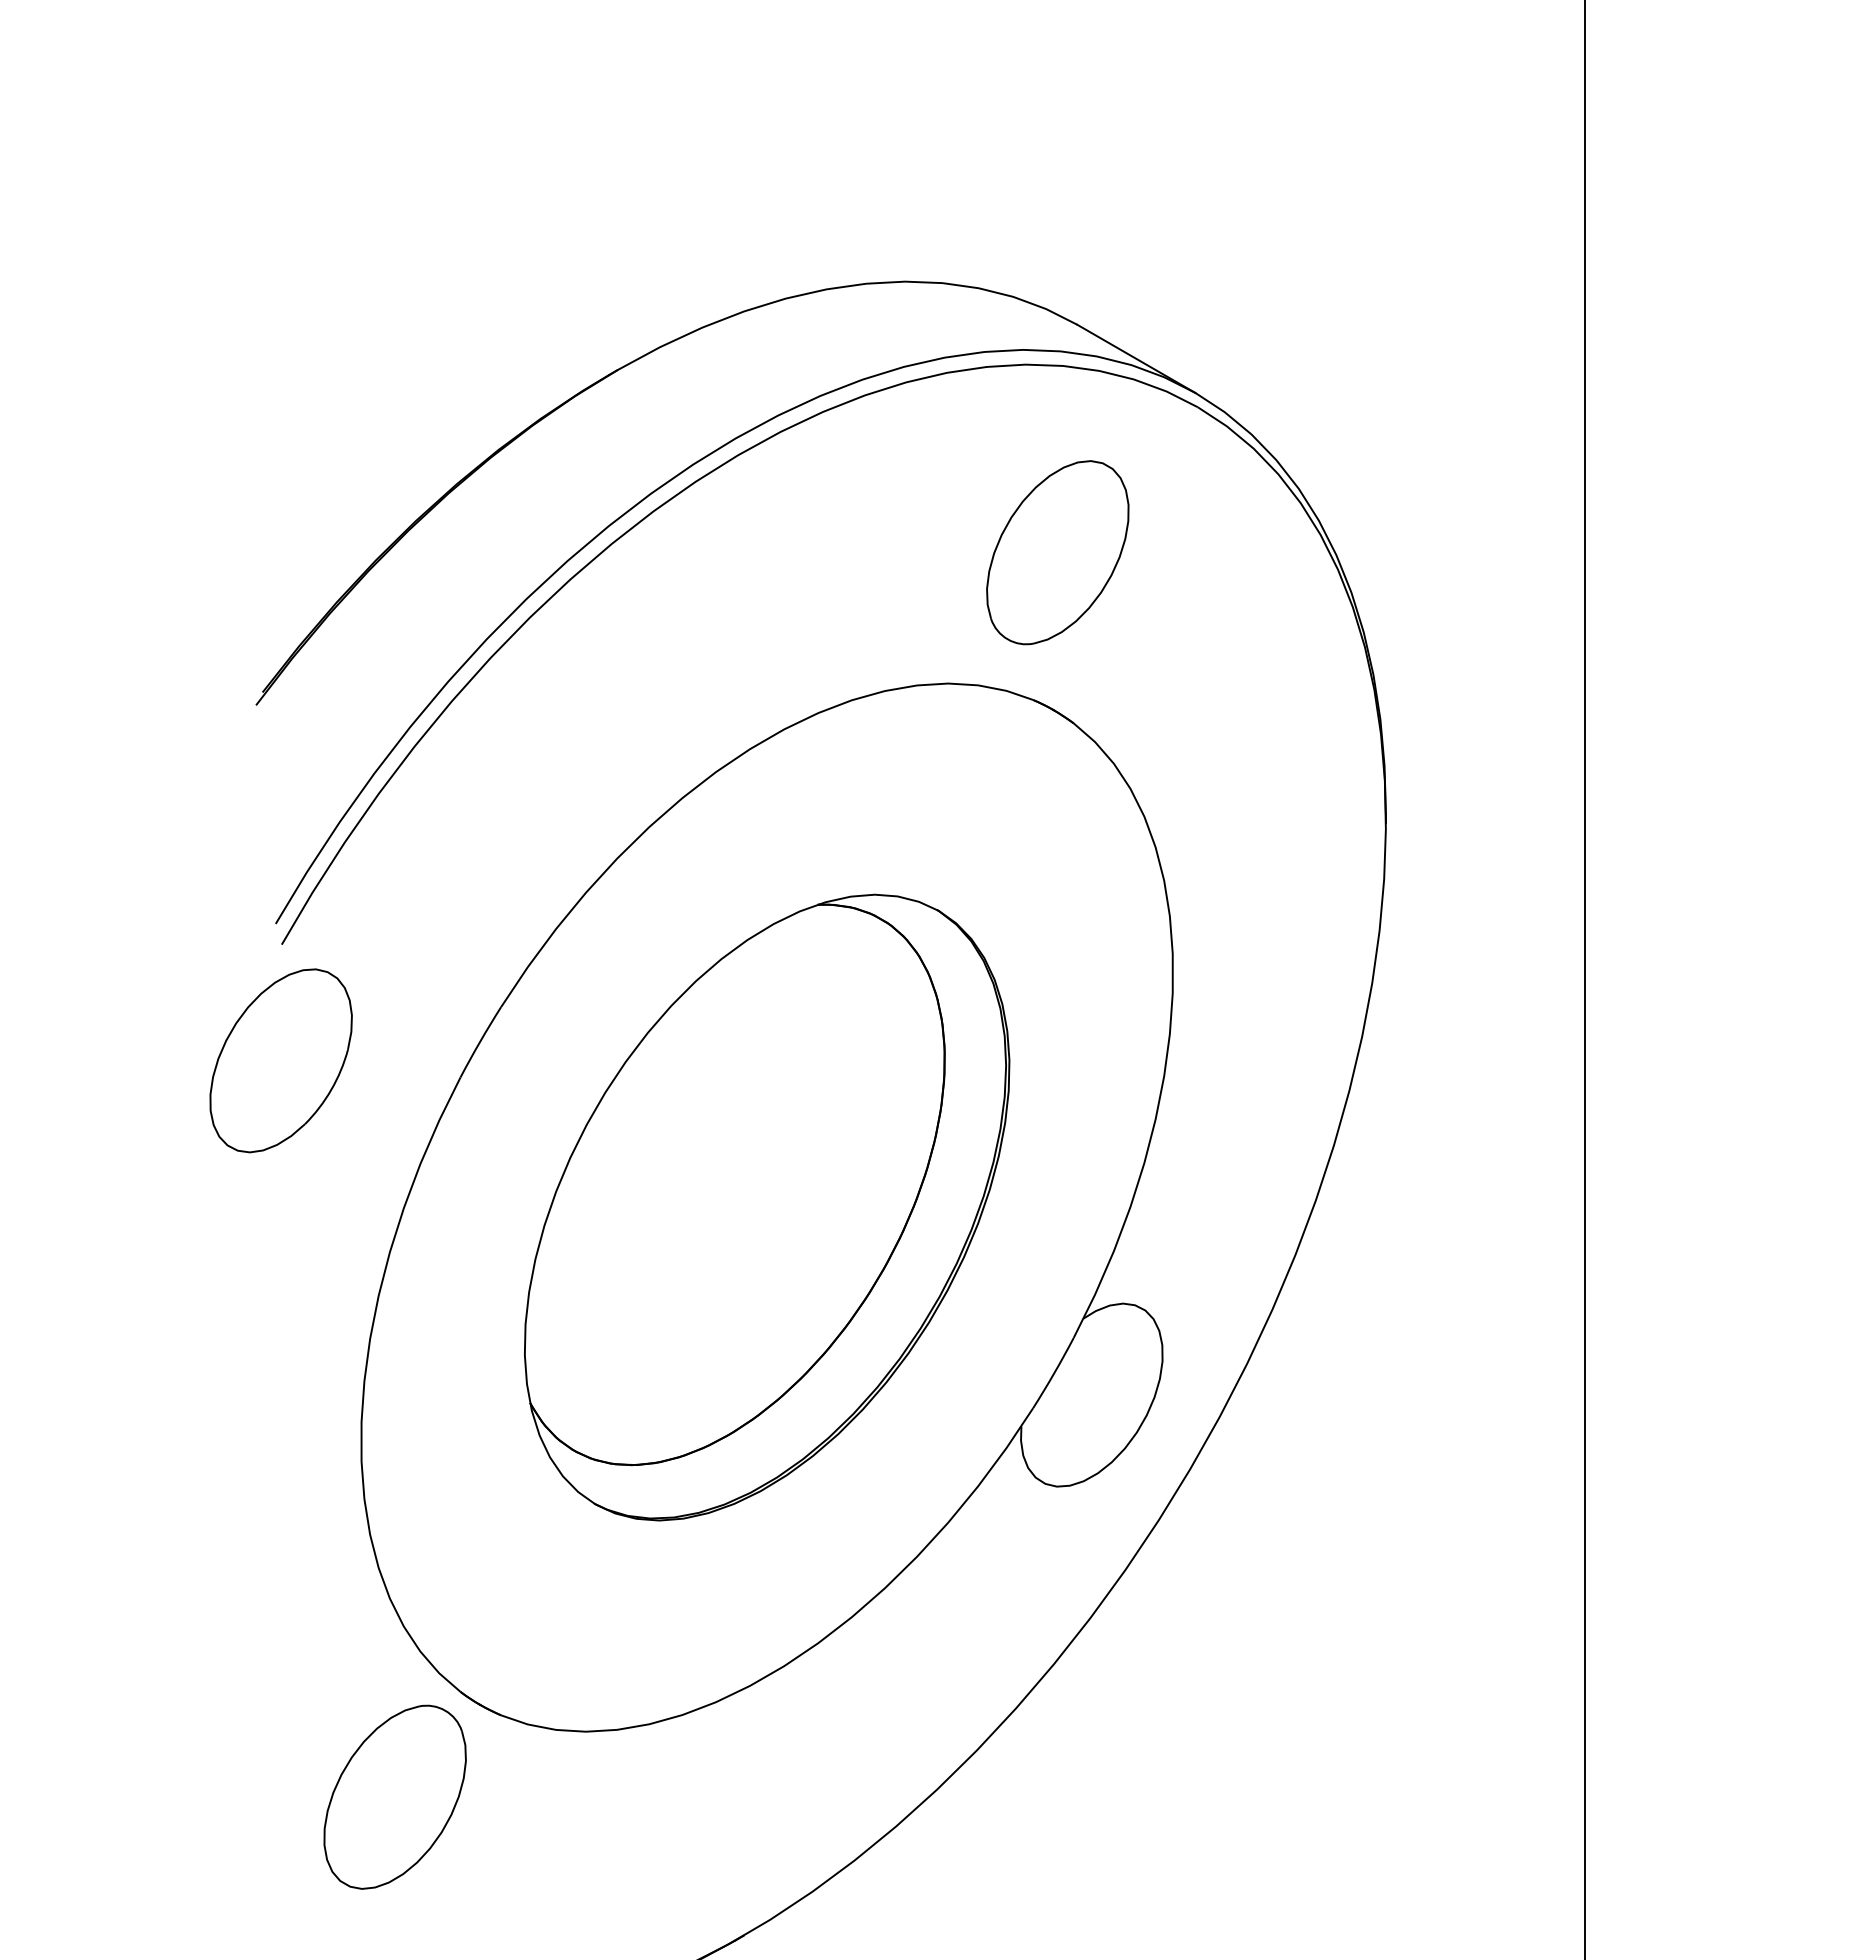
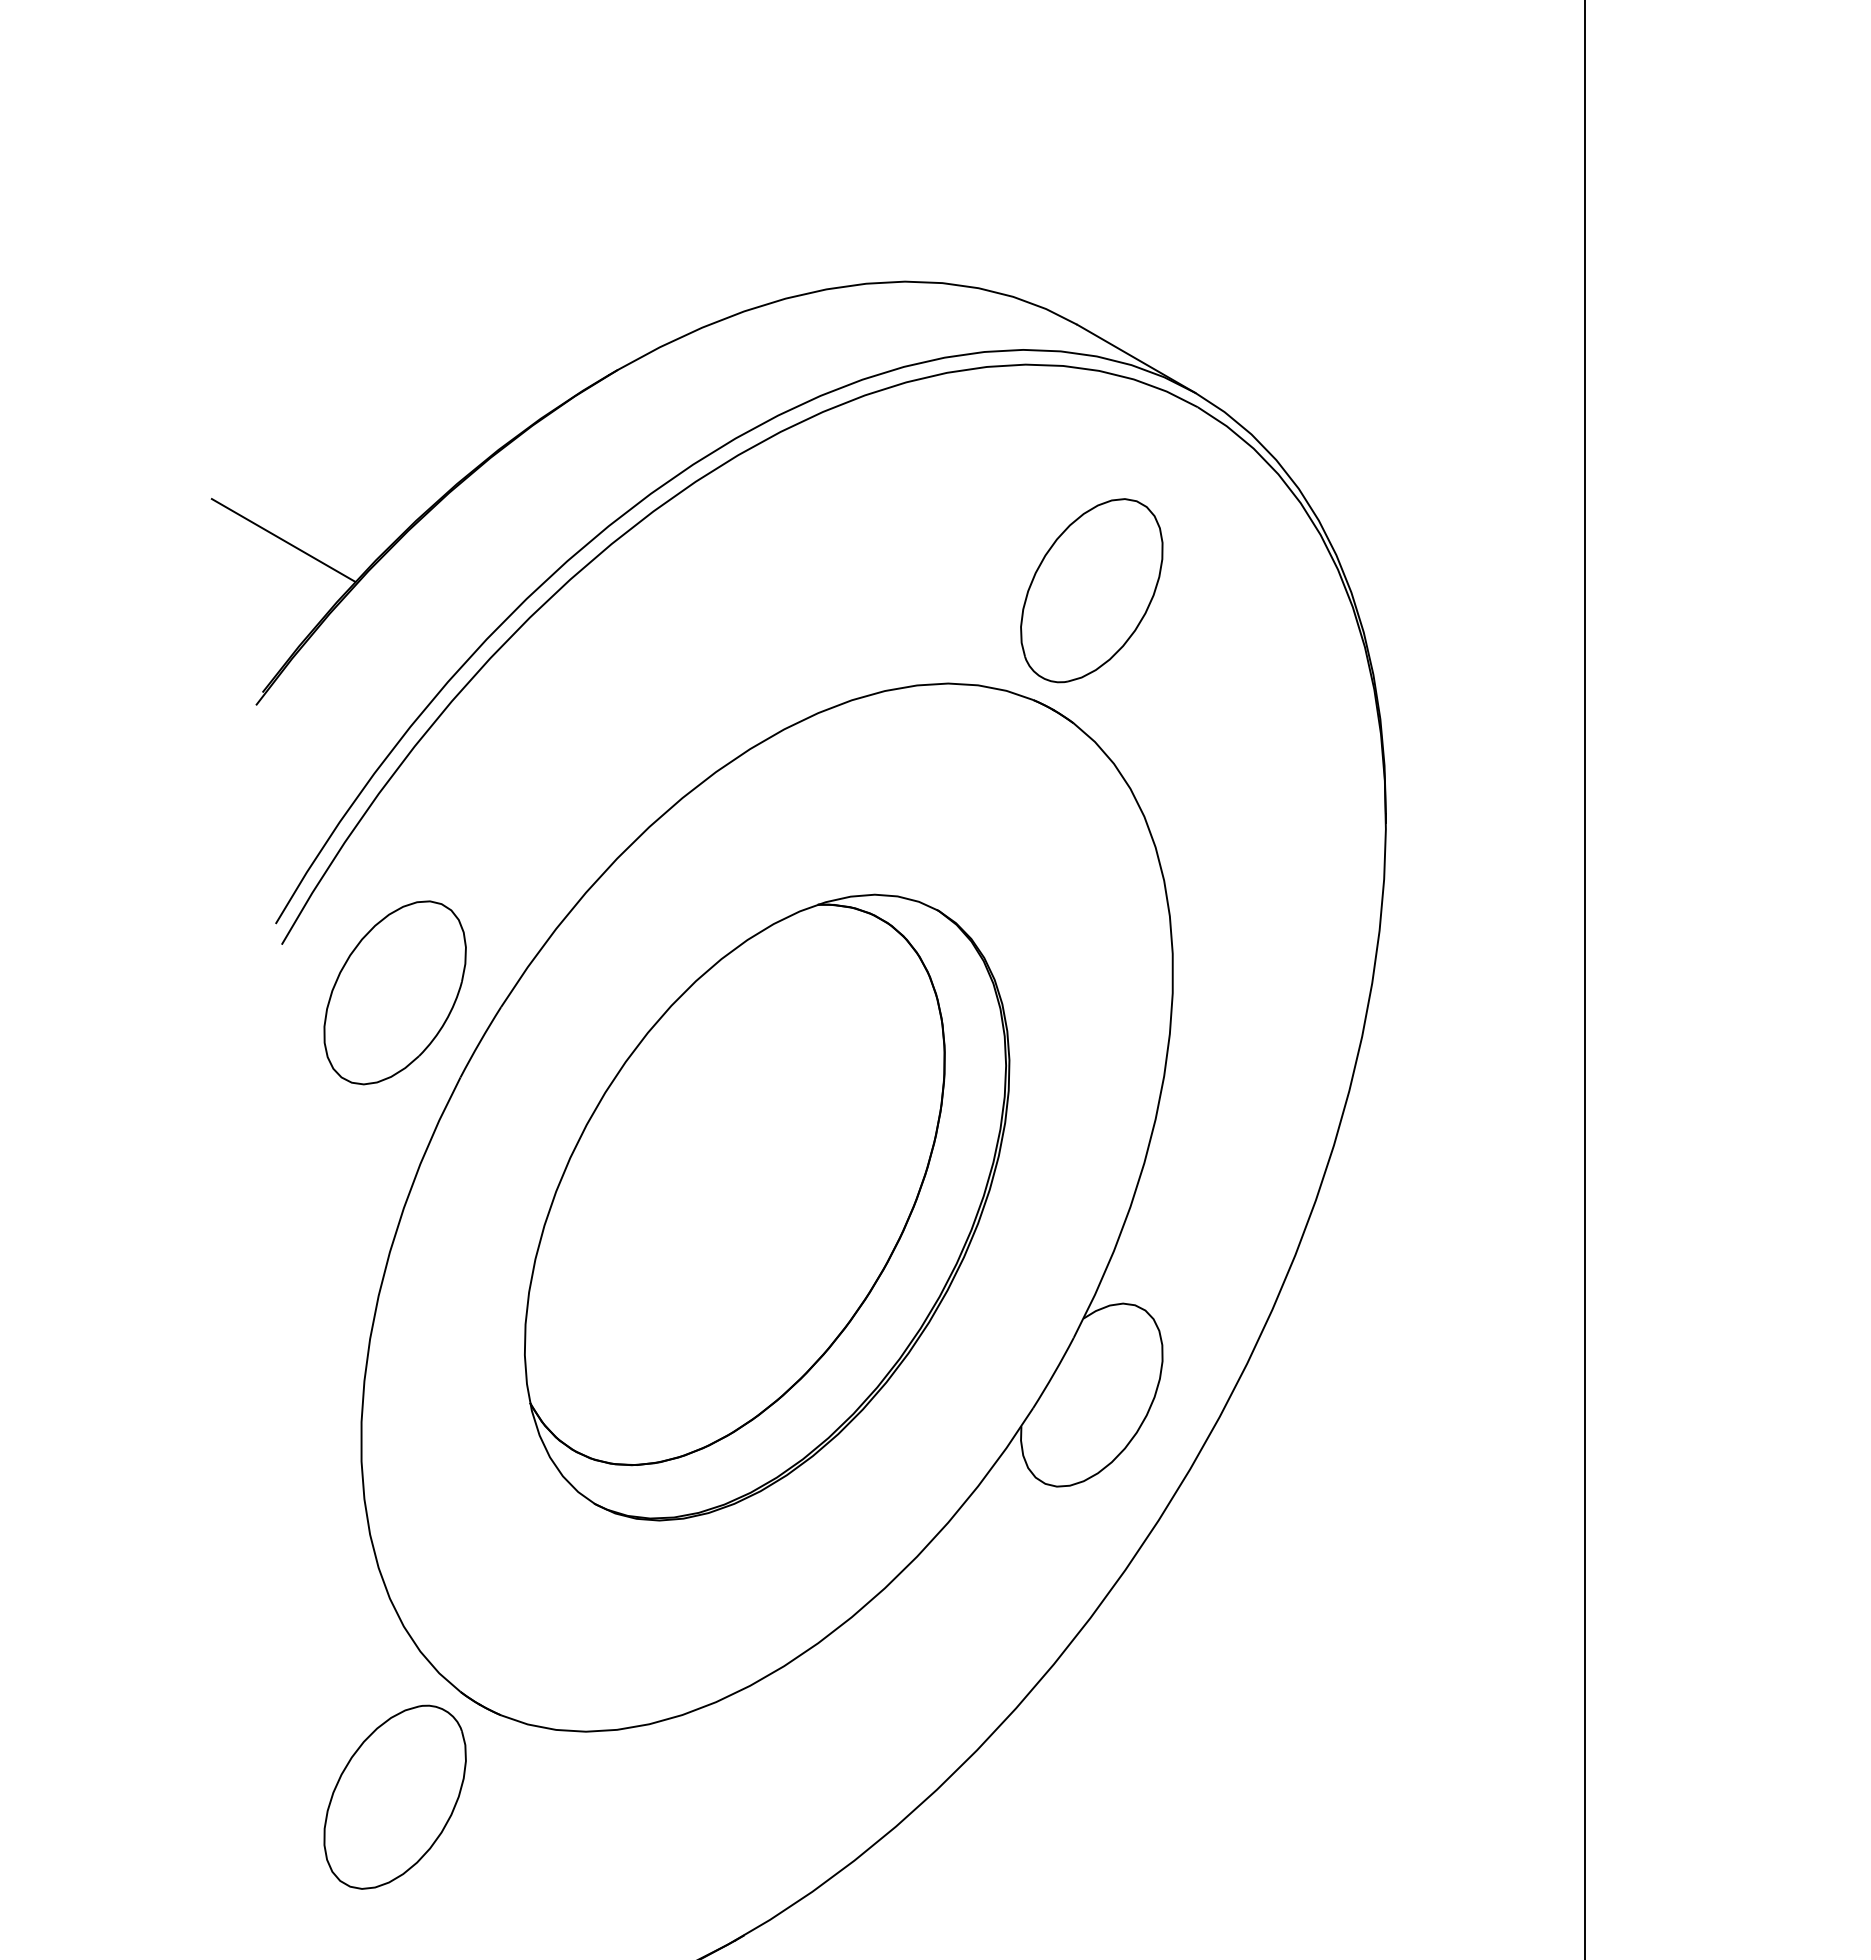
line at (283, 540): none -> present
part at (1057, 552) position: (1057, 552) -> (1091, 590)
part at (280, 1060) position: (280, 1060) -> (394, 992)
